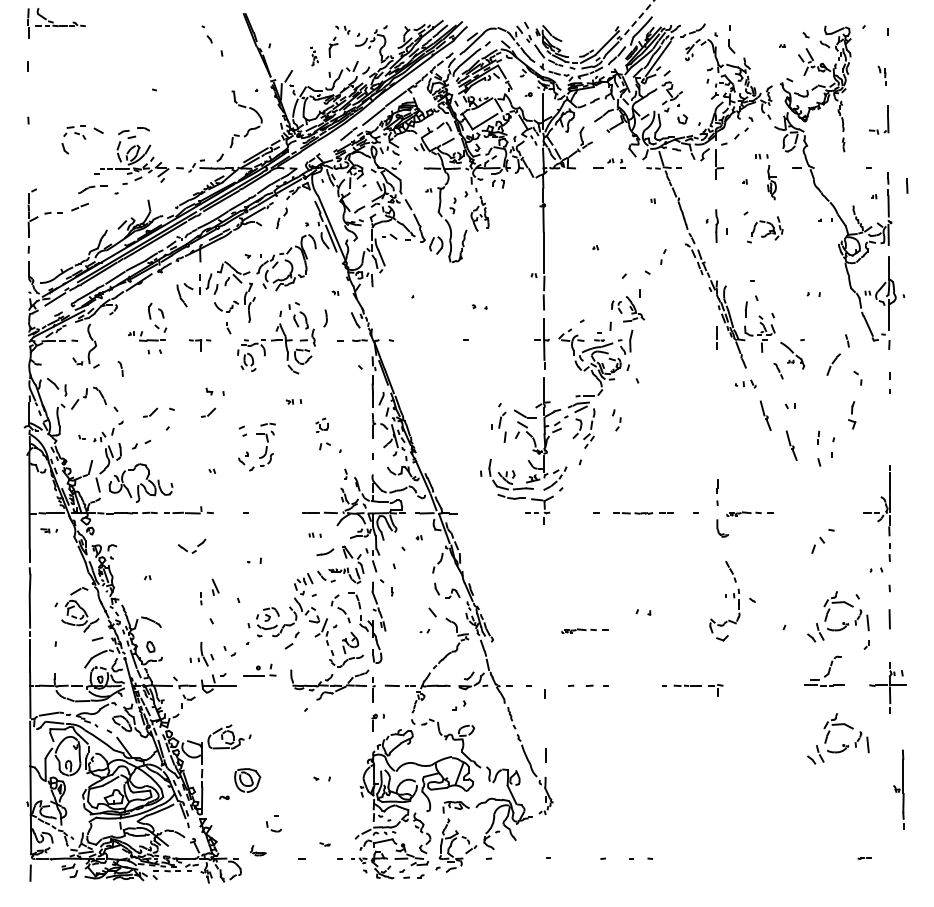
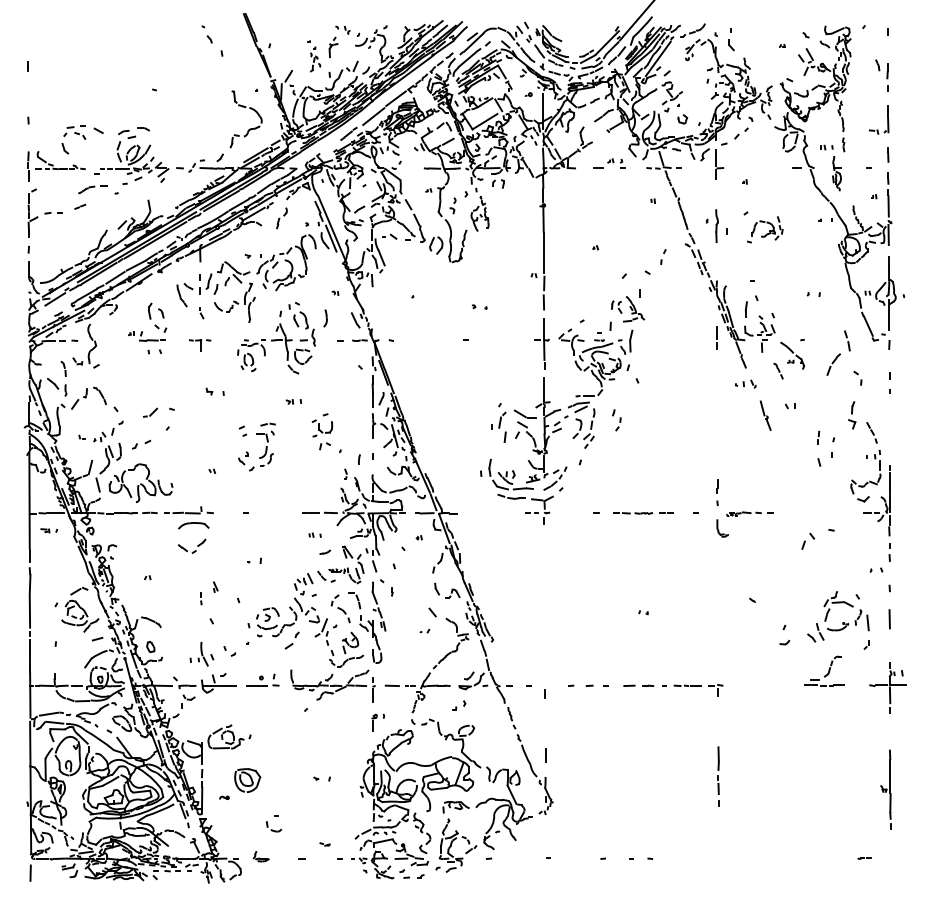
line at (636, 20): dashed -> solid
part at (56, 23) position: (56, 23) -> (56, 166)
part at (731, 39) size: 8x29 px -> 7x24 px
part at (314, 56) size: 9x21 px -> 15x33 px
part at (881, 75) size: 10x21 px -> 14x33 px
part at (765, 176) position: (765, 176) -> (830, 167)
line at (907, 185) position: (907, 185) -> (888, 154)
part at (79, 206) size: 18x10 px -> 13x7 px
part at (228, 328) position: (228, 328) -> (201, 313)
part at (847, 340) size: 5x14 px -> 7x22 px
part at (120, 368) position: (120, 368) -> (63, 368)
part at (208, 412): present -> none
part at (321, 425) size: 14x17 px -> 22x25 px
part at (791, 445): present -> none
arc at (359, 459): none -> present
part at (193, 525): none -> present
part at (818, 544) position: (818, 544) -> (808, 540)
part at (325, 552) size: 19x9 px -> 13x6 px
part at (215, 586) size: 9x18 px -> 6x12 px
part at (724, 601) position: (724, 601) -> (865, 462)
part at (643, 612) size: 17x7 px -> 11x6 px
part at (584, 630): present -> none
part at (784, 642): none -> present
part at (259, 669) position: (259, 669) -> (262, 679)
line at (635, 685): none -> present
part at (842, 744): present -> none
line at (718, 776): none -> present
part at (898, 789) position: (898, 789) -> (885, 789)
part at (258, 850) position: (258, 850) -> (261, 856)
